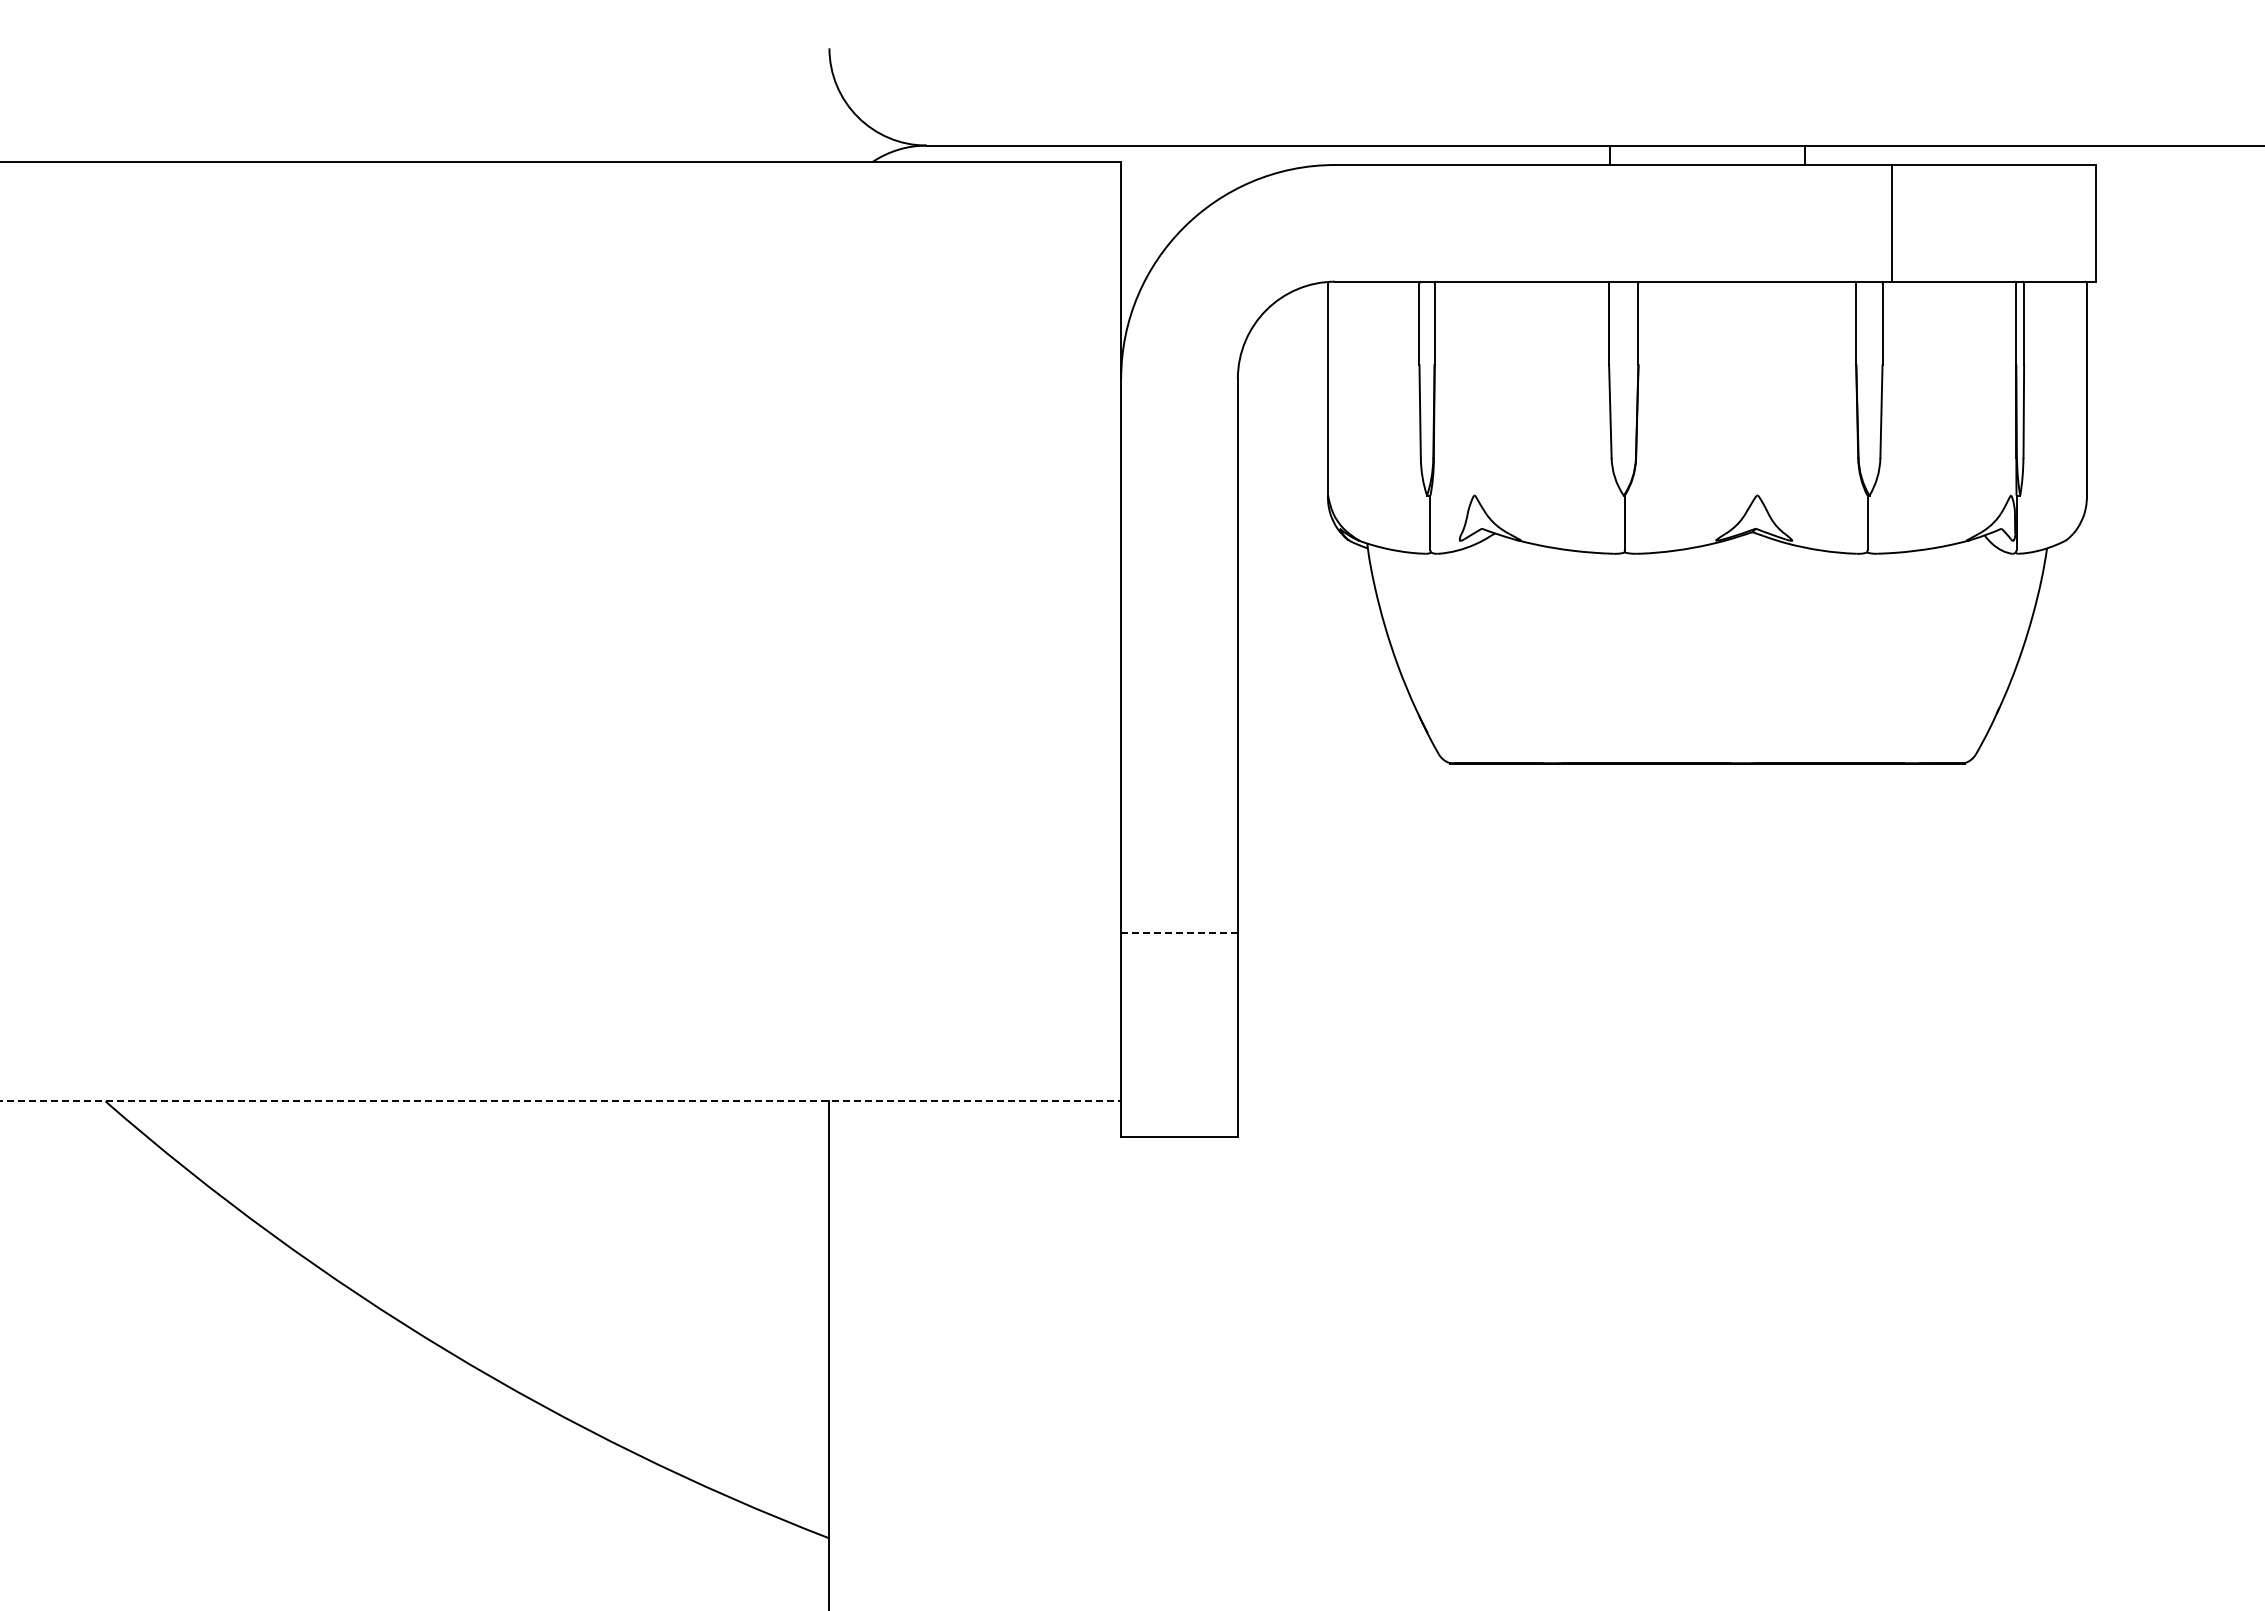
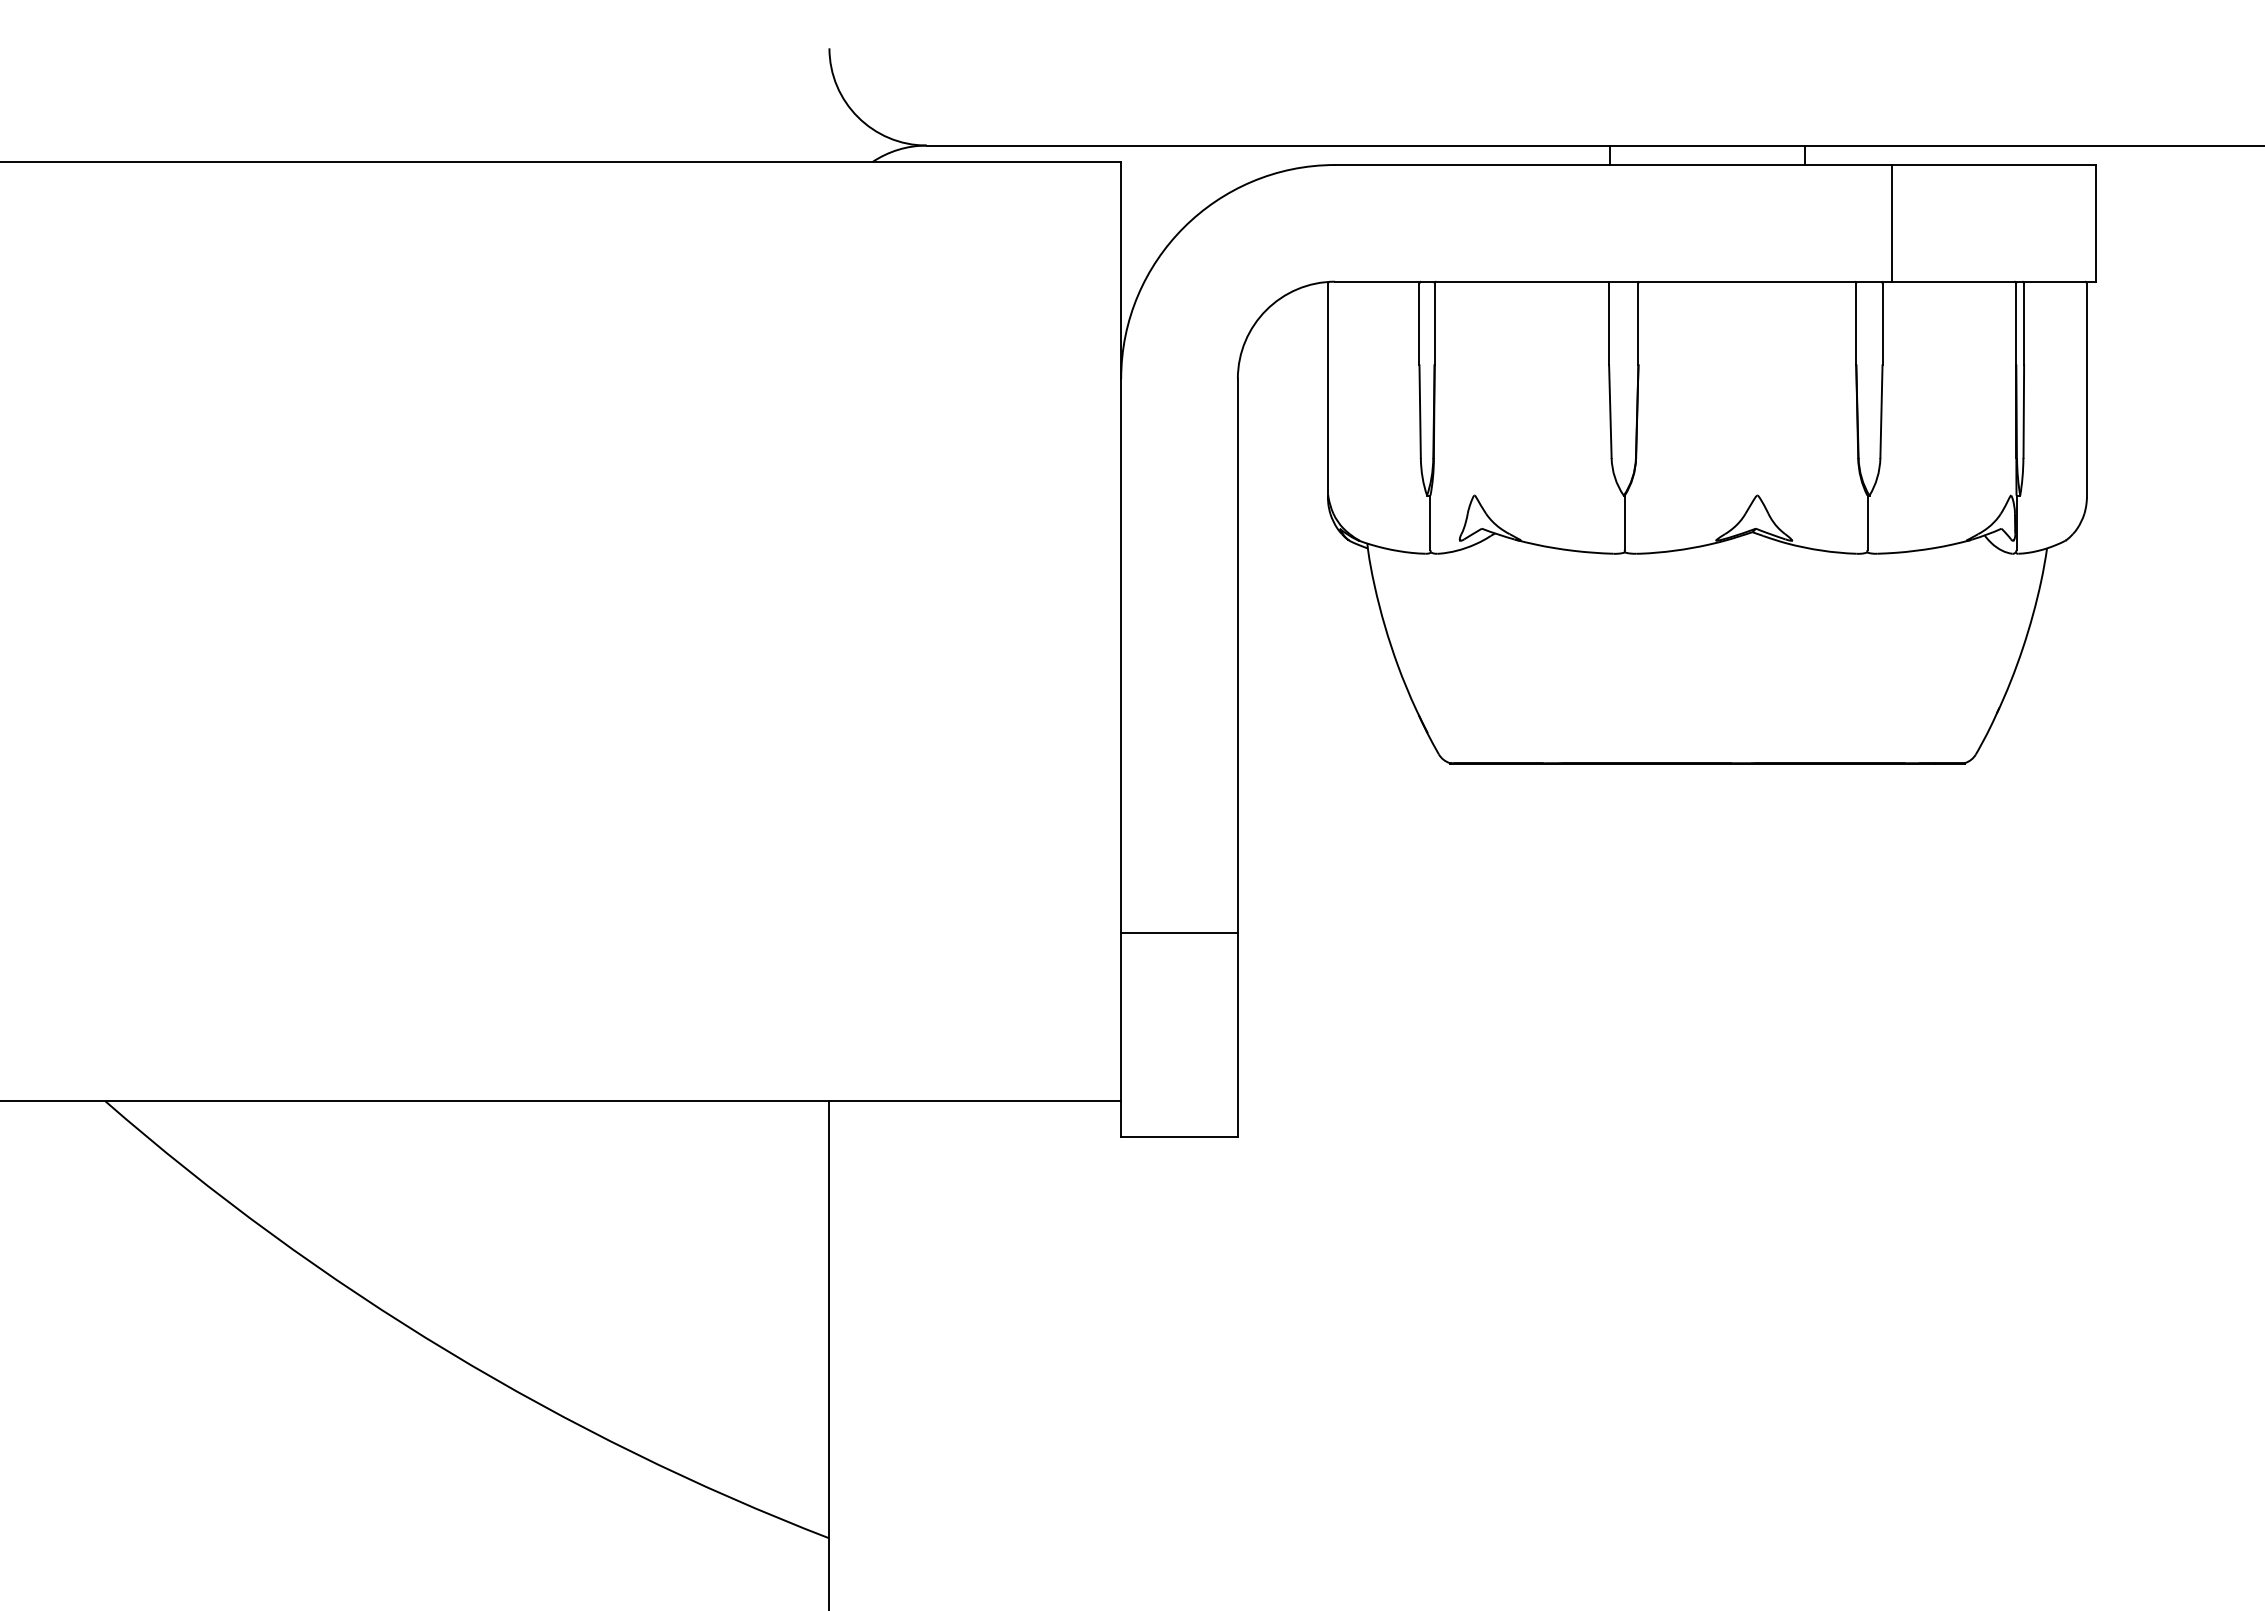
line at (1180, 933): dashed -> solid
line at (561, 1101): dashed -> solid
